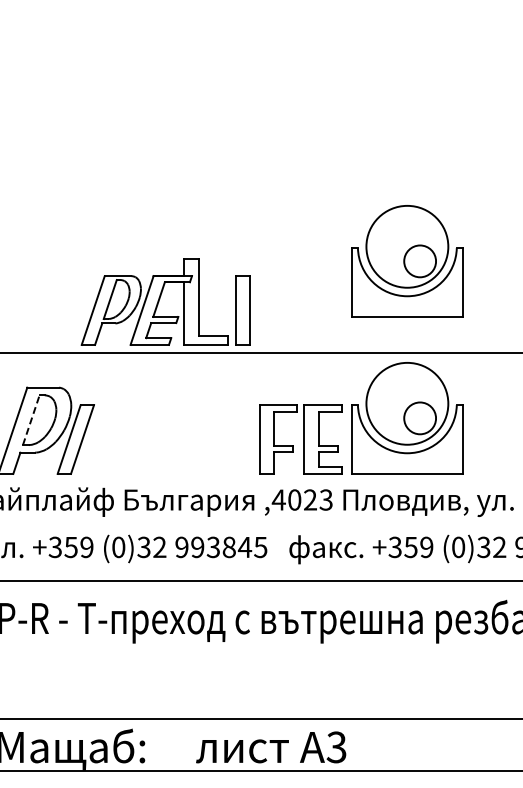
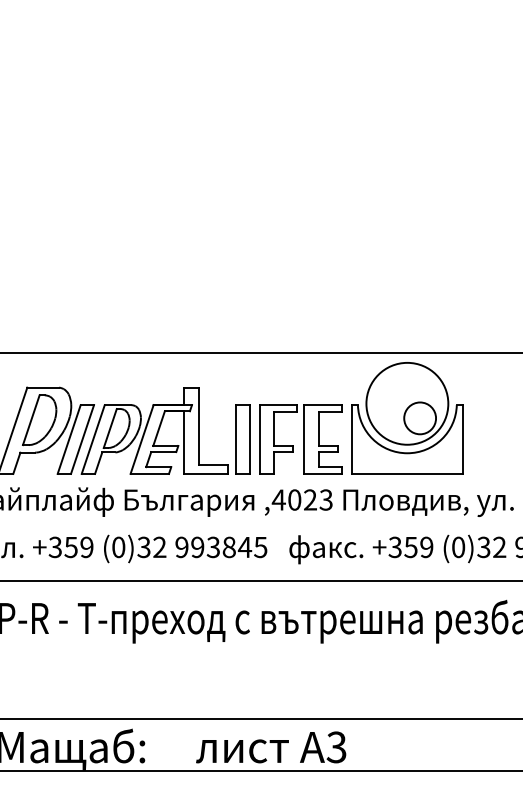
part at (407, 261): present -> none
part at (165, 301) position: (165, 301) -> (165, 430)
line at (31, 419): dashed -> solid
